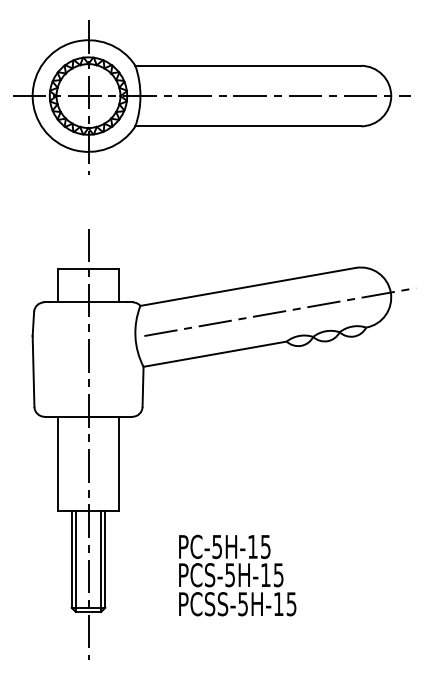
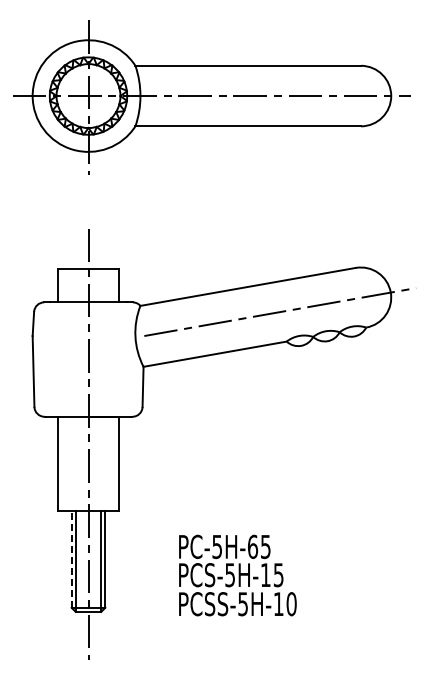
text at (253, 546): PC-5H-15 -> PC-5H-65
line at (71, 558): solid -> dashed
text at (291, 604): PCSS-5H-15 -> PCSS-5H-10
